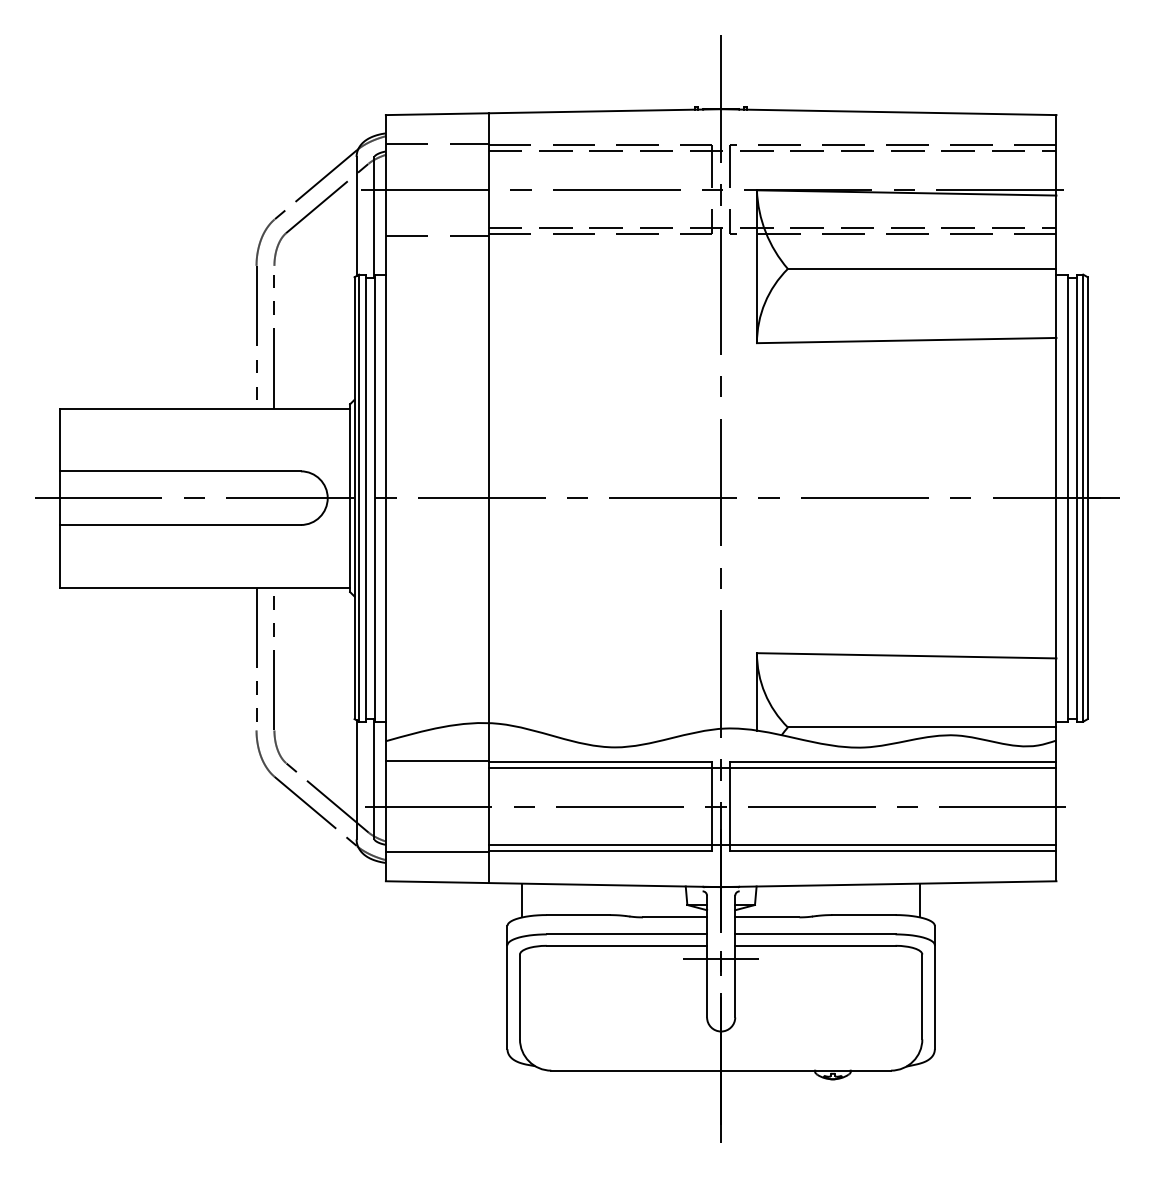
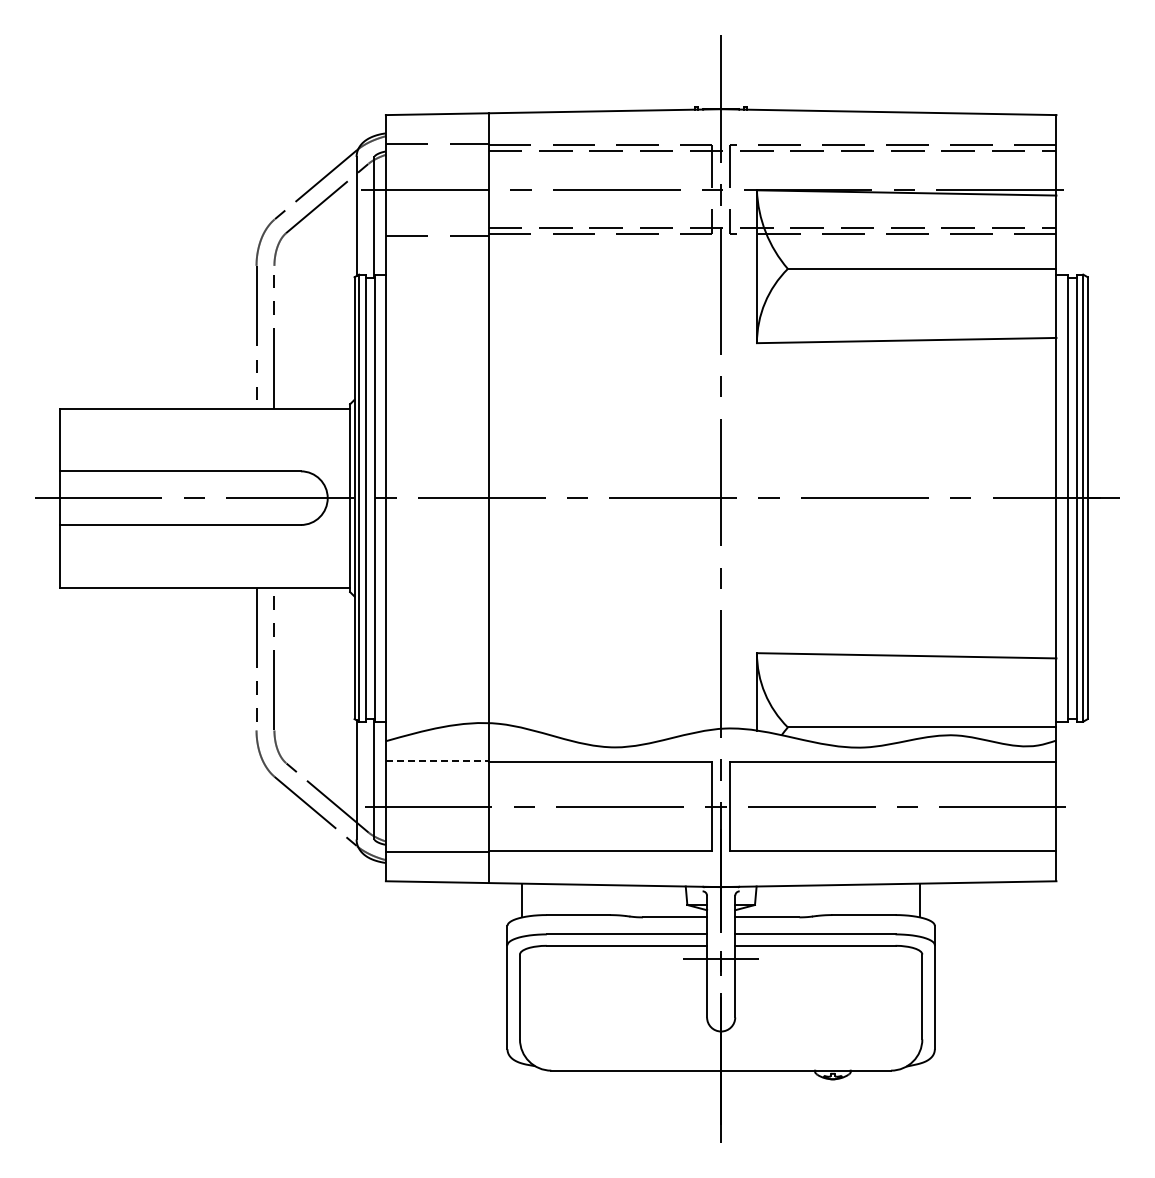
line at (437, 760): solid -> dashed
line at (772, 768): present -> none
line at (772, 845): present -> none
